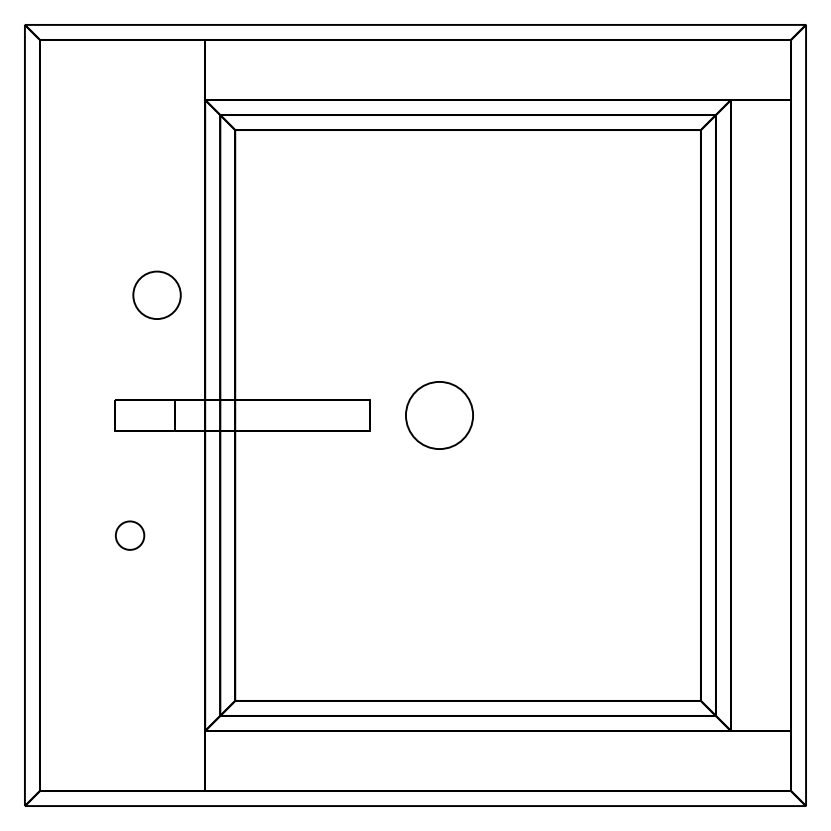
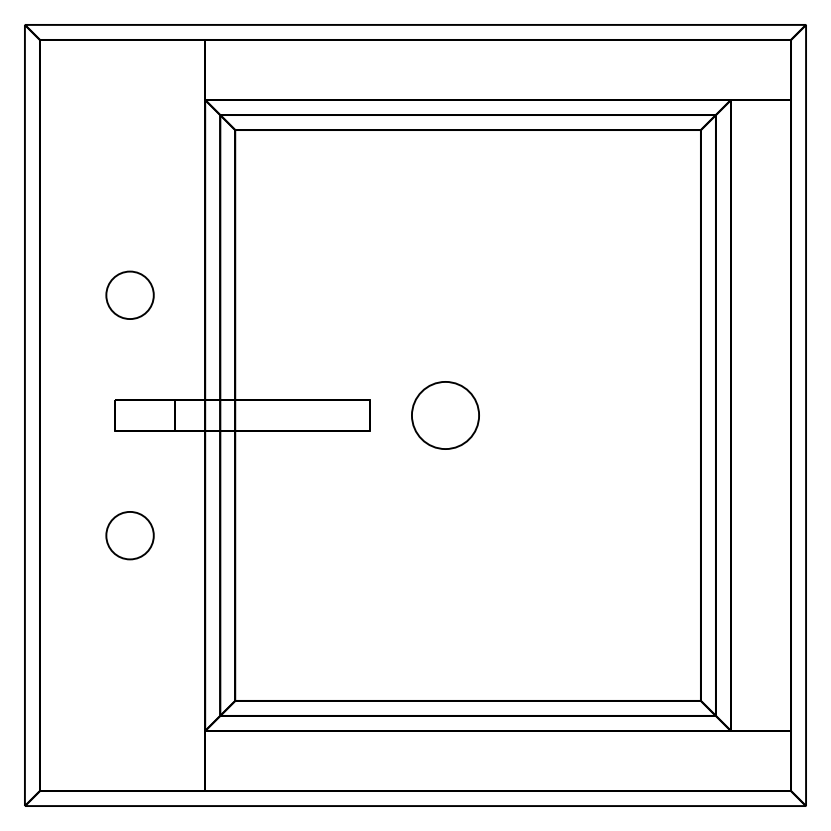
circle at (156, 294) position: (156, 294) -> (129, 294)
circle at (439, 415) position: (439, 415) -> (445, 415)
circle at (129, 535) diameter: 28 px -> 47 px
